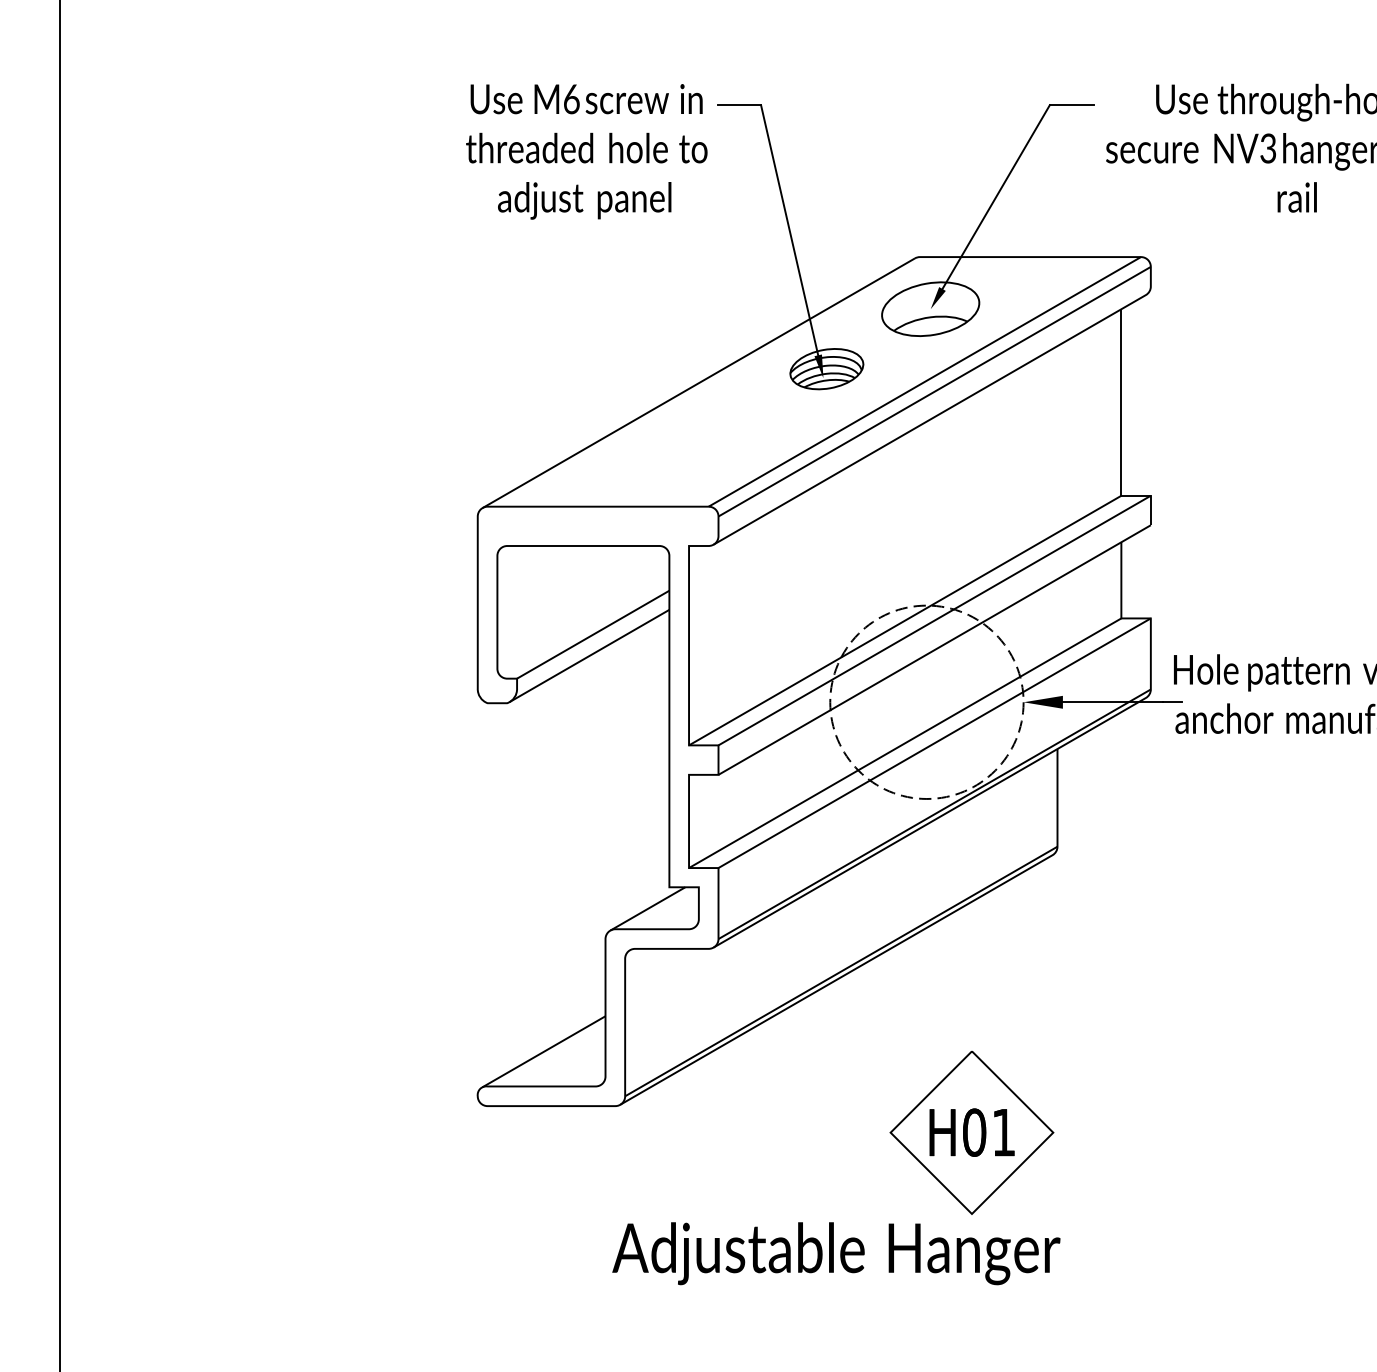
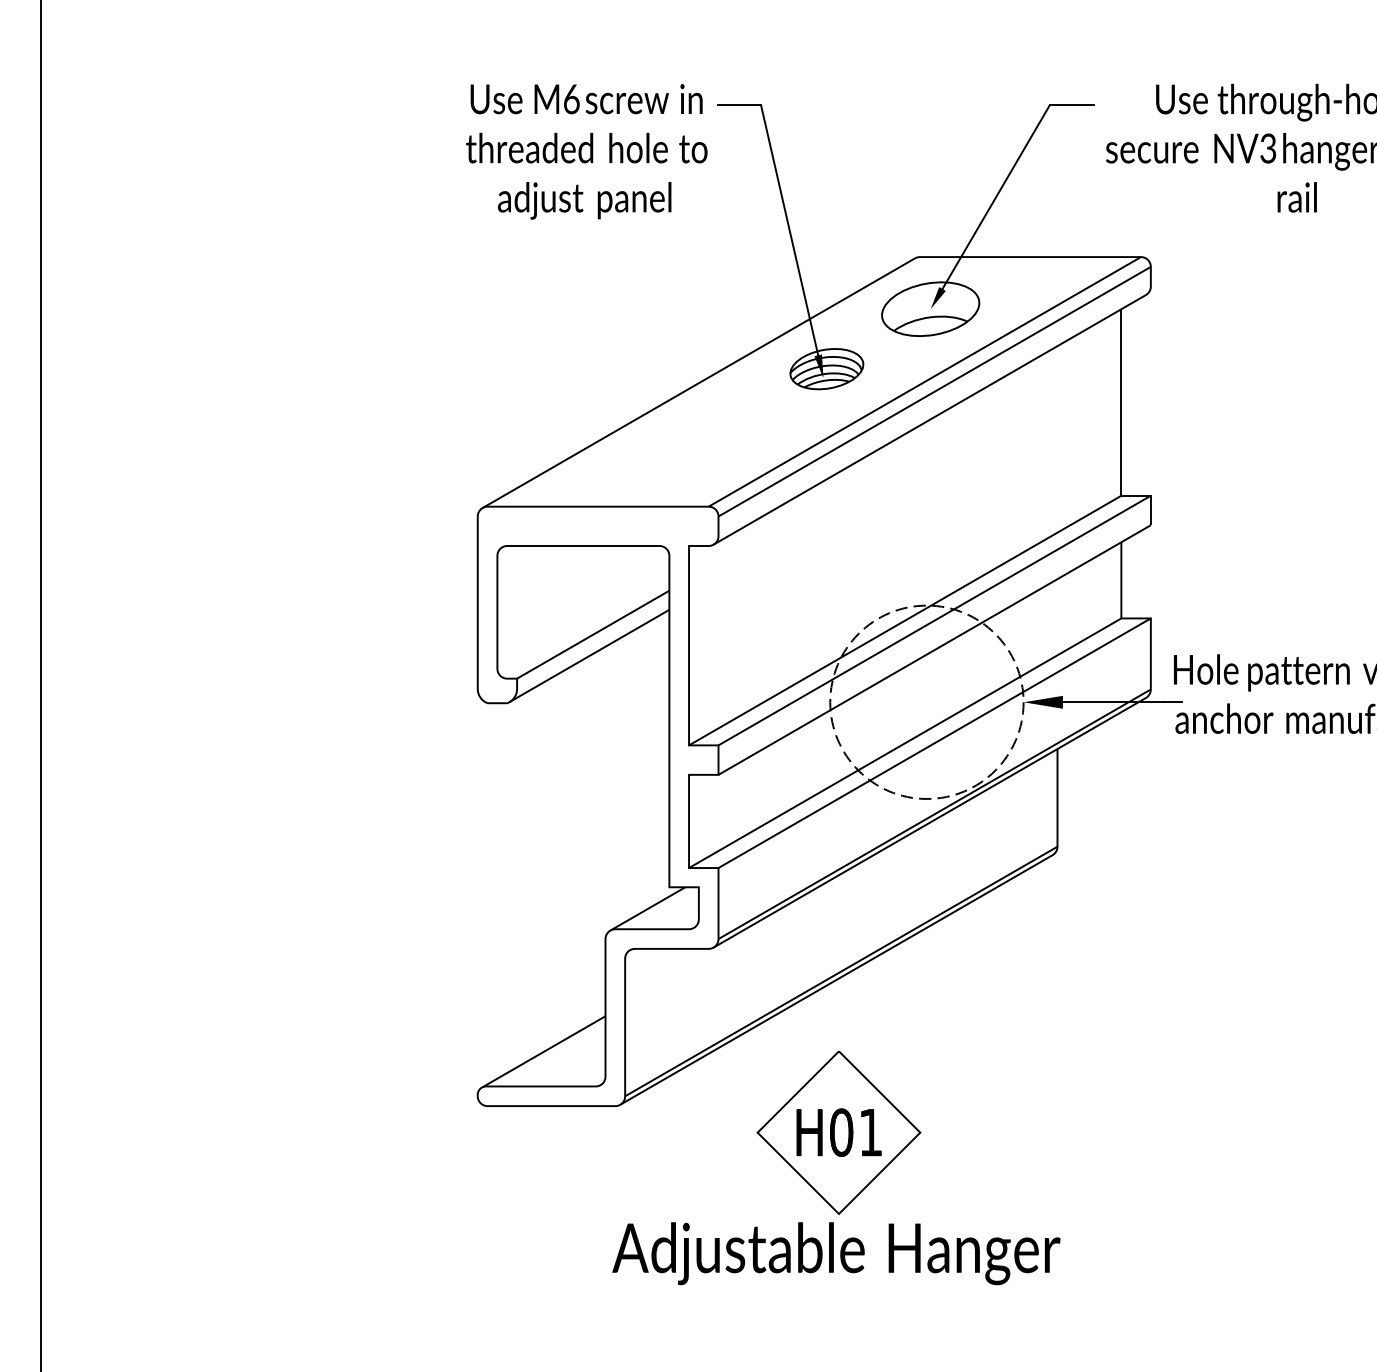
line at (60, 685) position: (60, 685) -> (41, 685)
part at (971, 1132) position: (971, 1132) -> (838, 1132)
